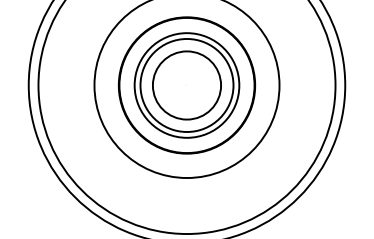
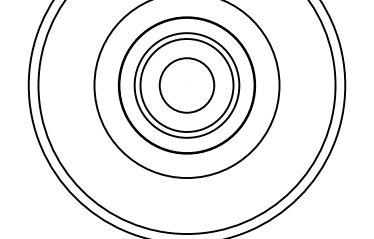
circle at (186, 85) diameter: 68 px -> 55 px
